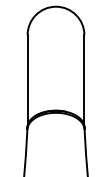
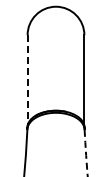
line at (27, 80): solid -> dashed
arc at (86, 154): solid -> dashed
